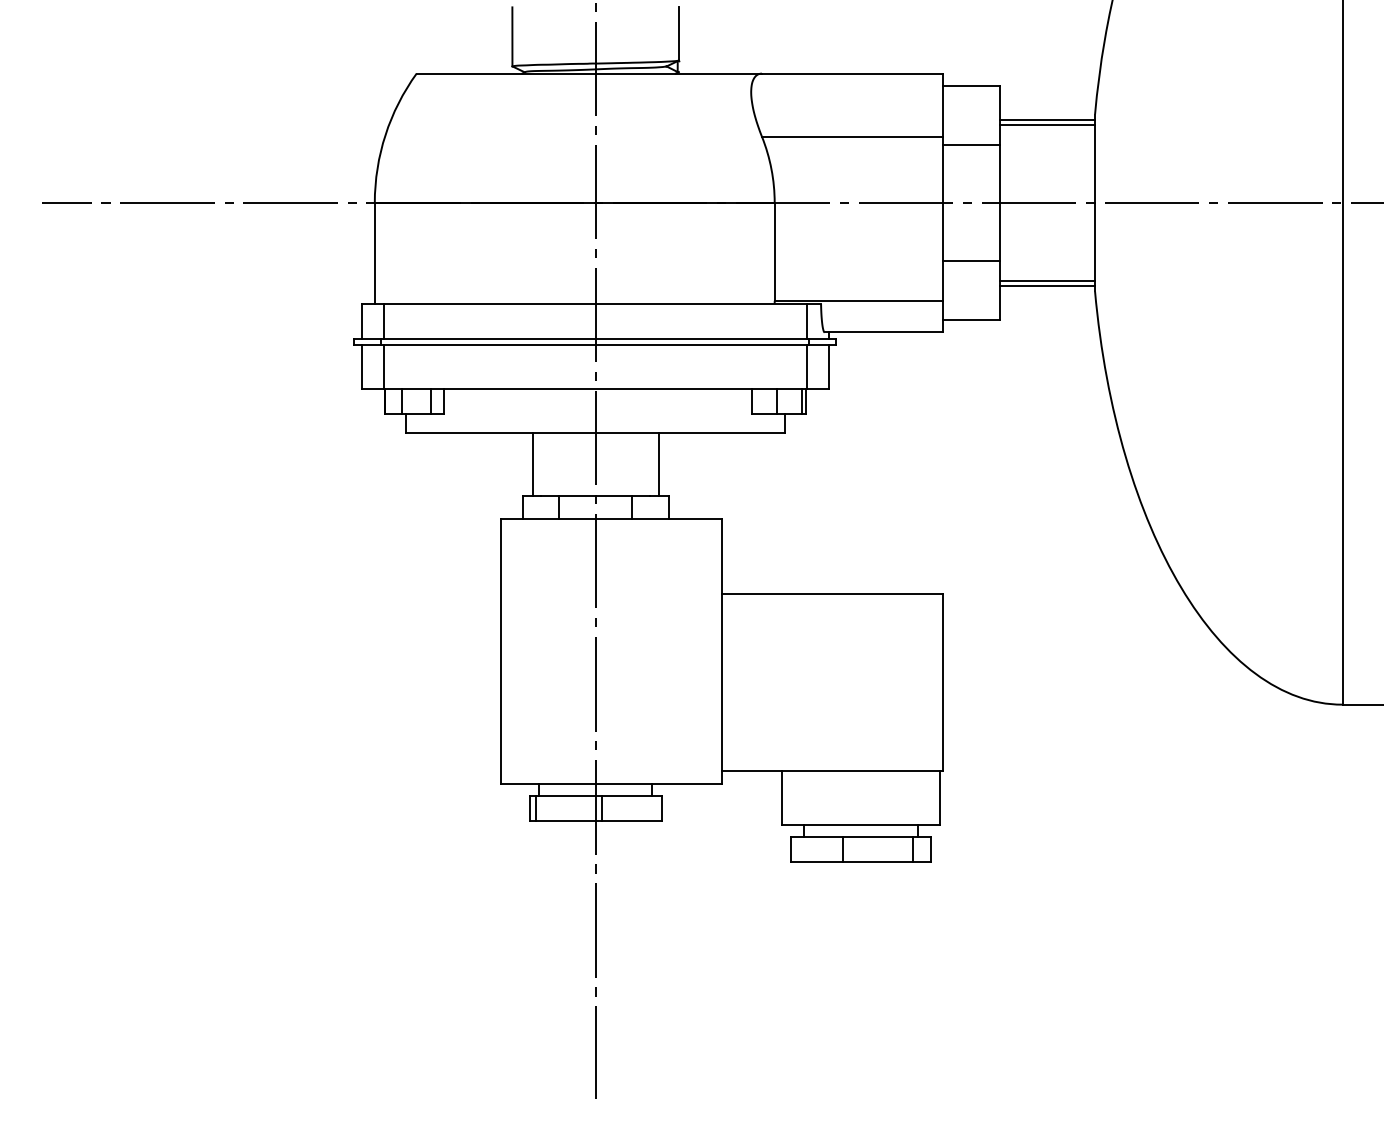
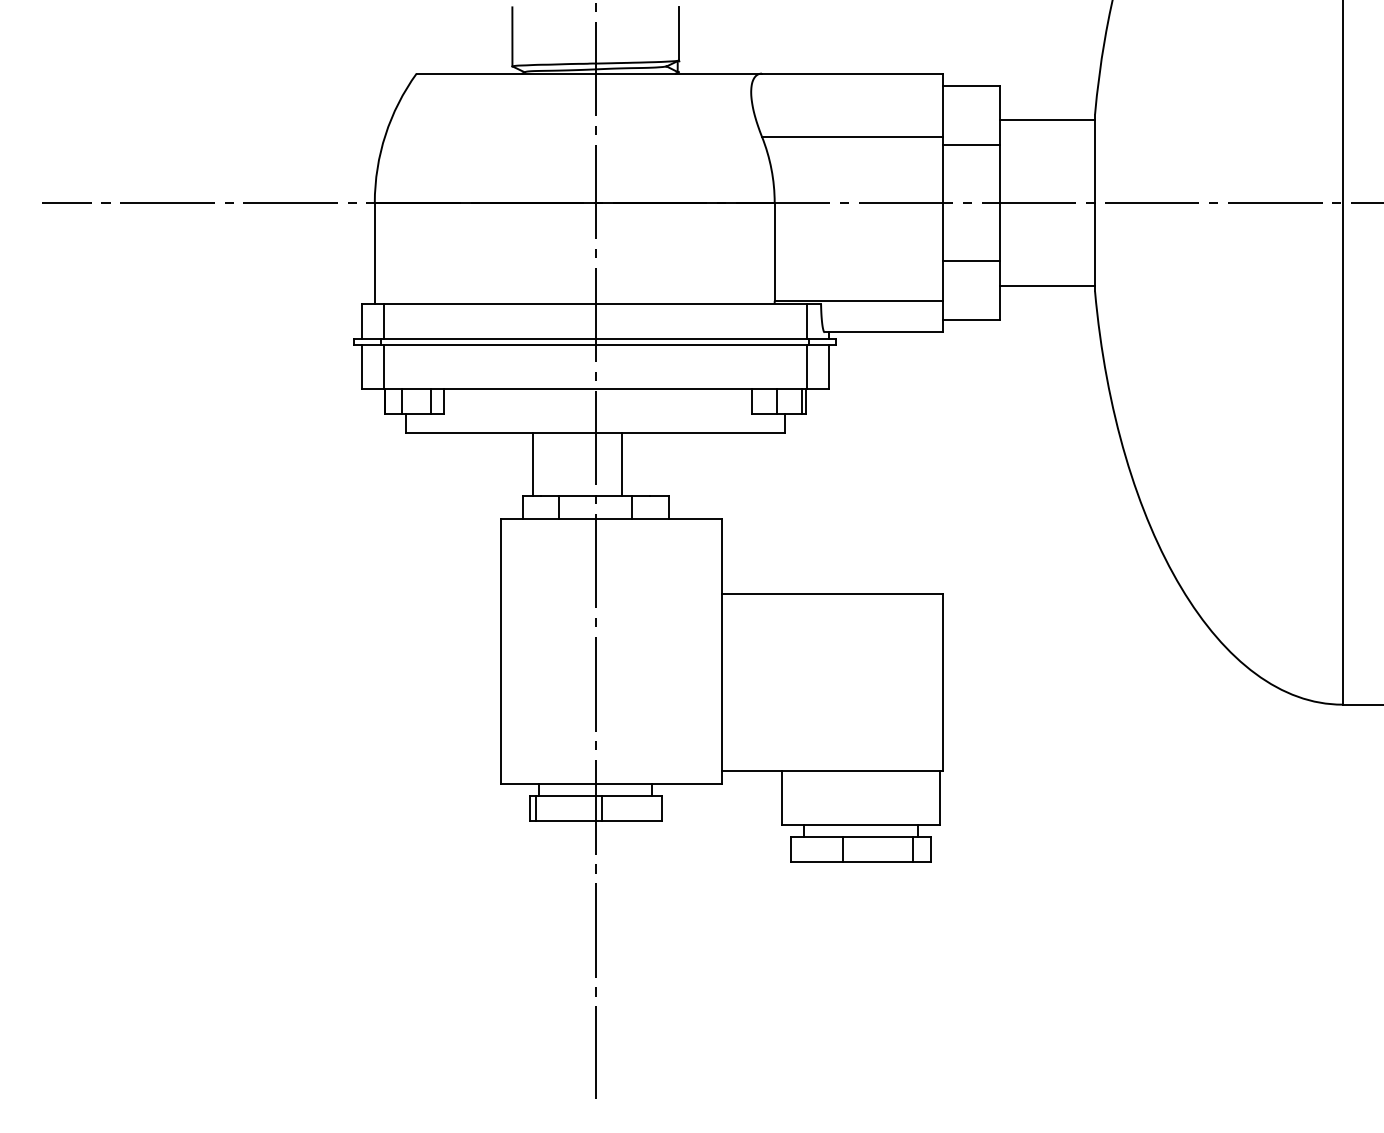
line at (1047, 125): present -> none
line at (1047, 280): present -> none
line at (658, 464) position: (658, 464) -> (621, 464)
